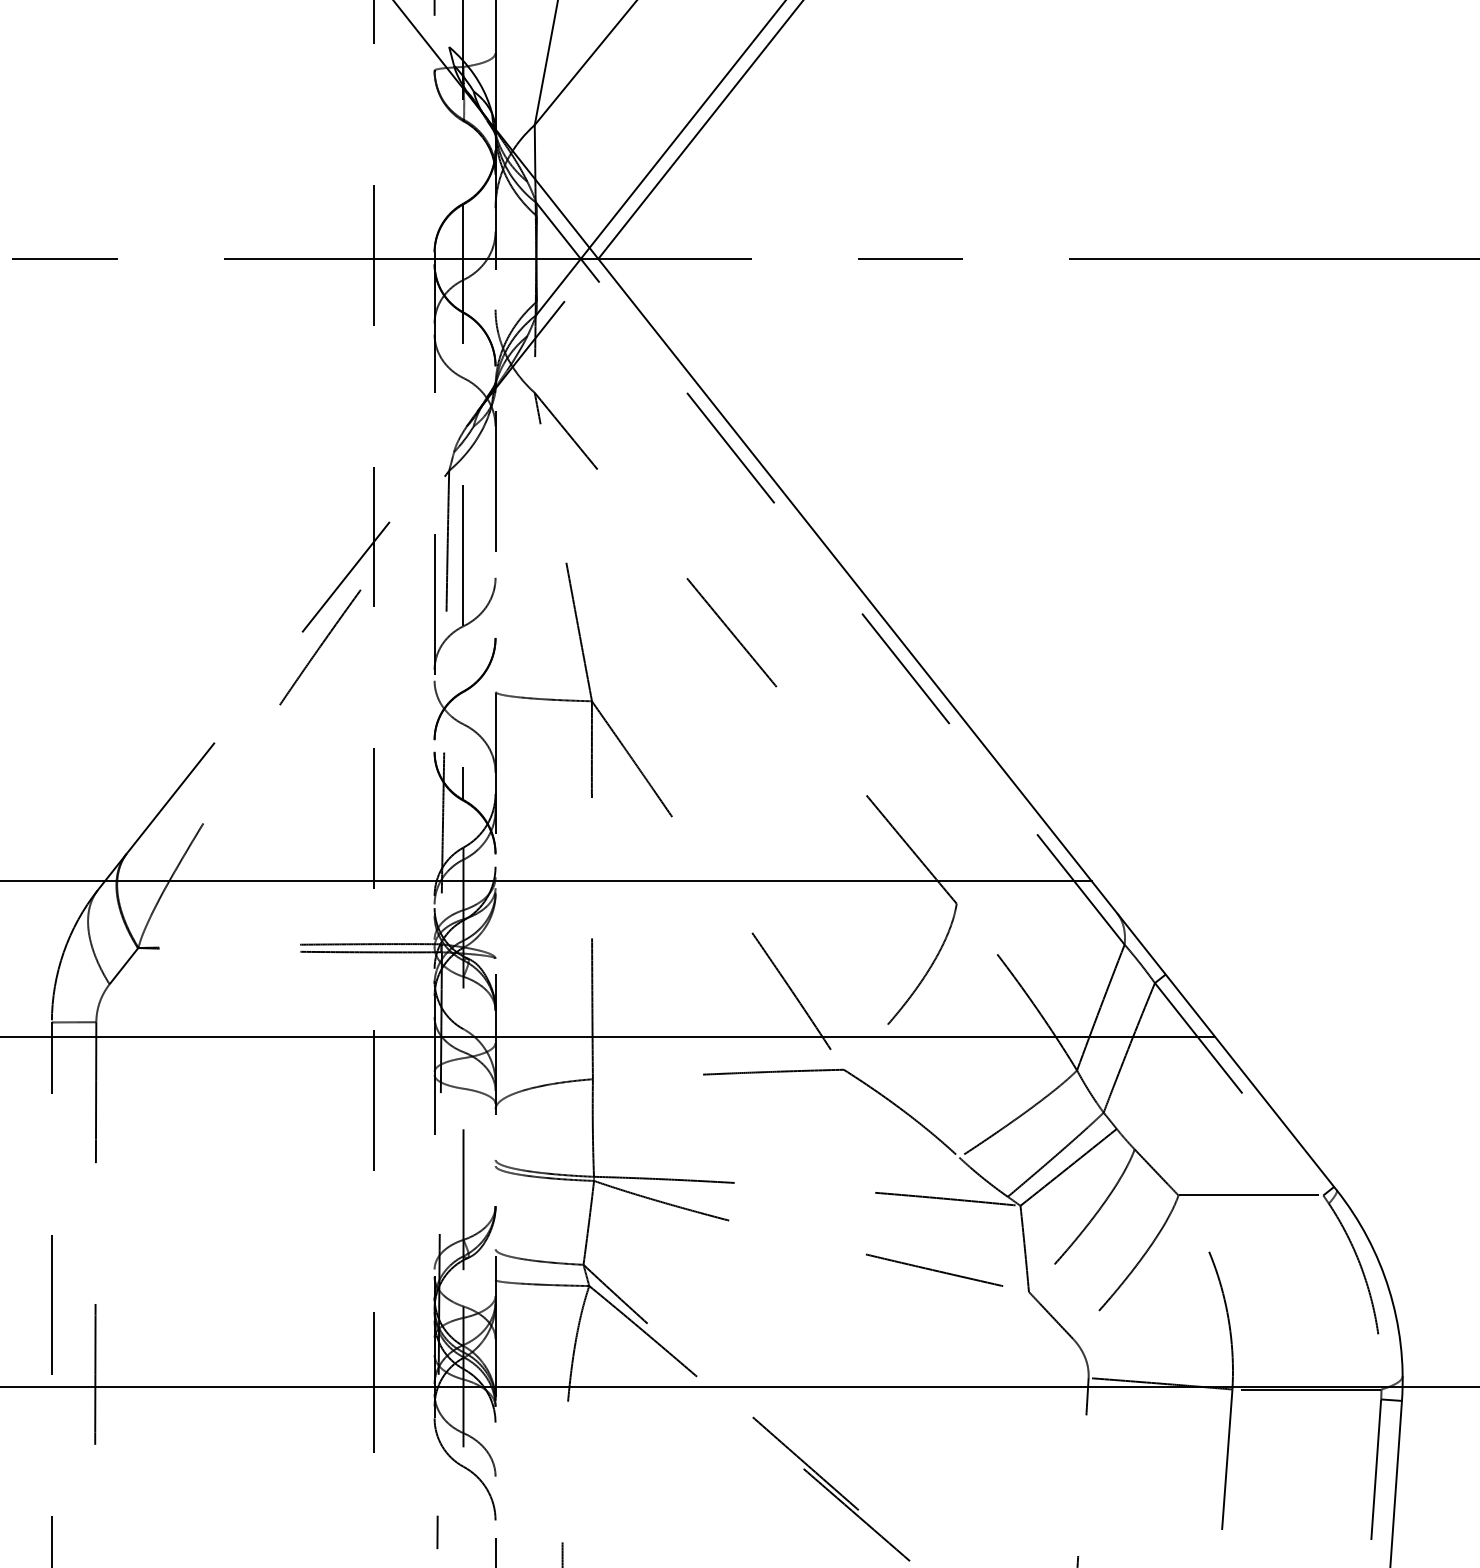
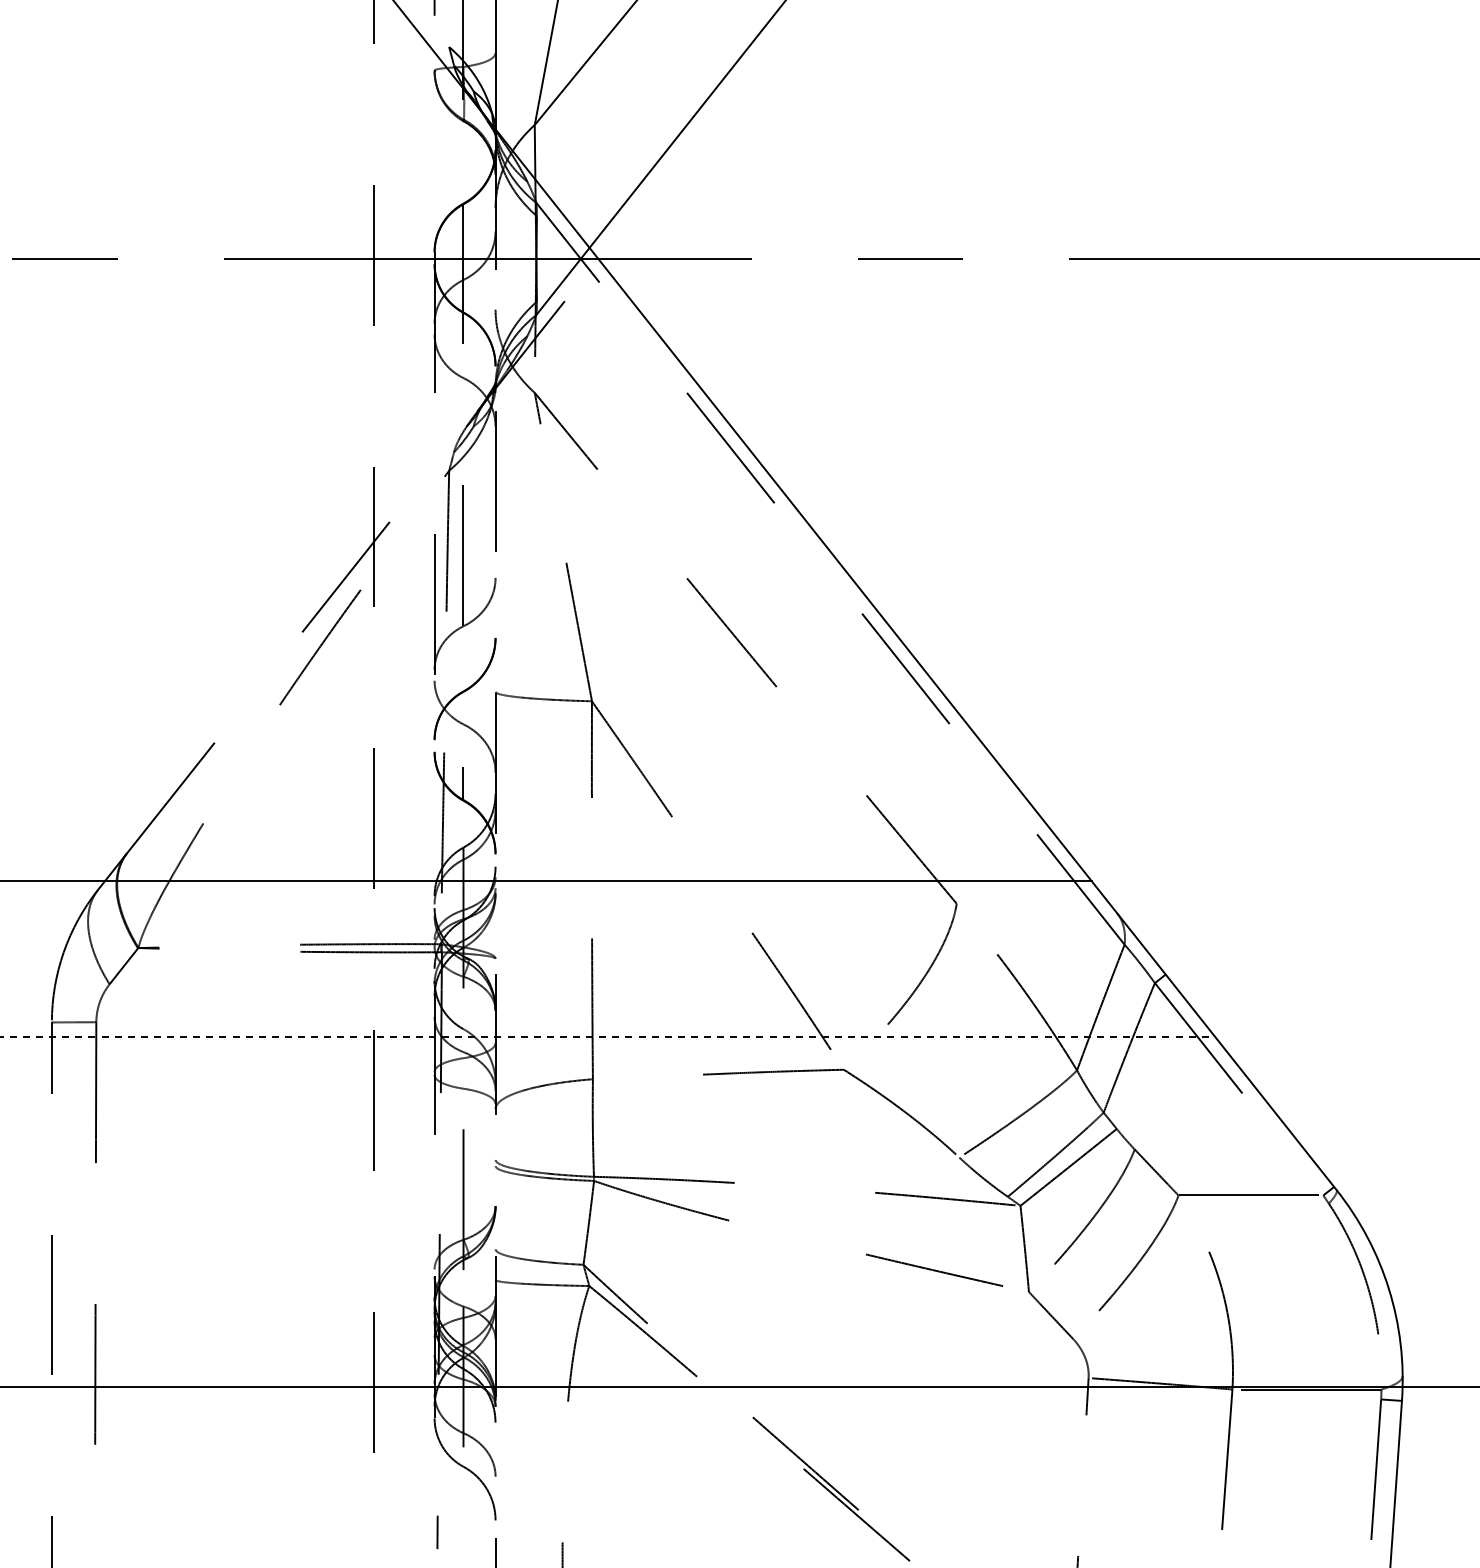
line at (699, 130): present -> none
line at (608, 1036): solid -> dashed
